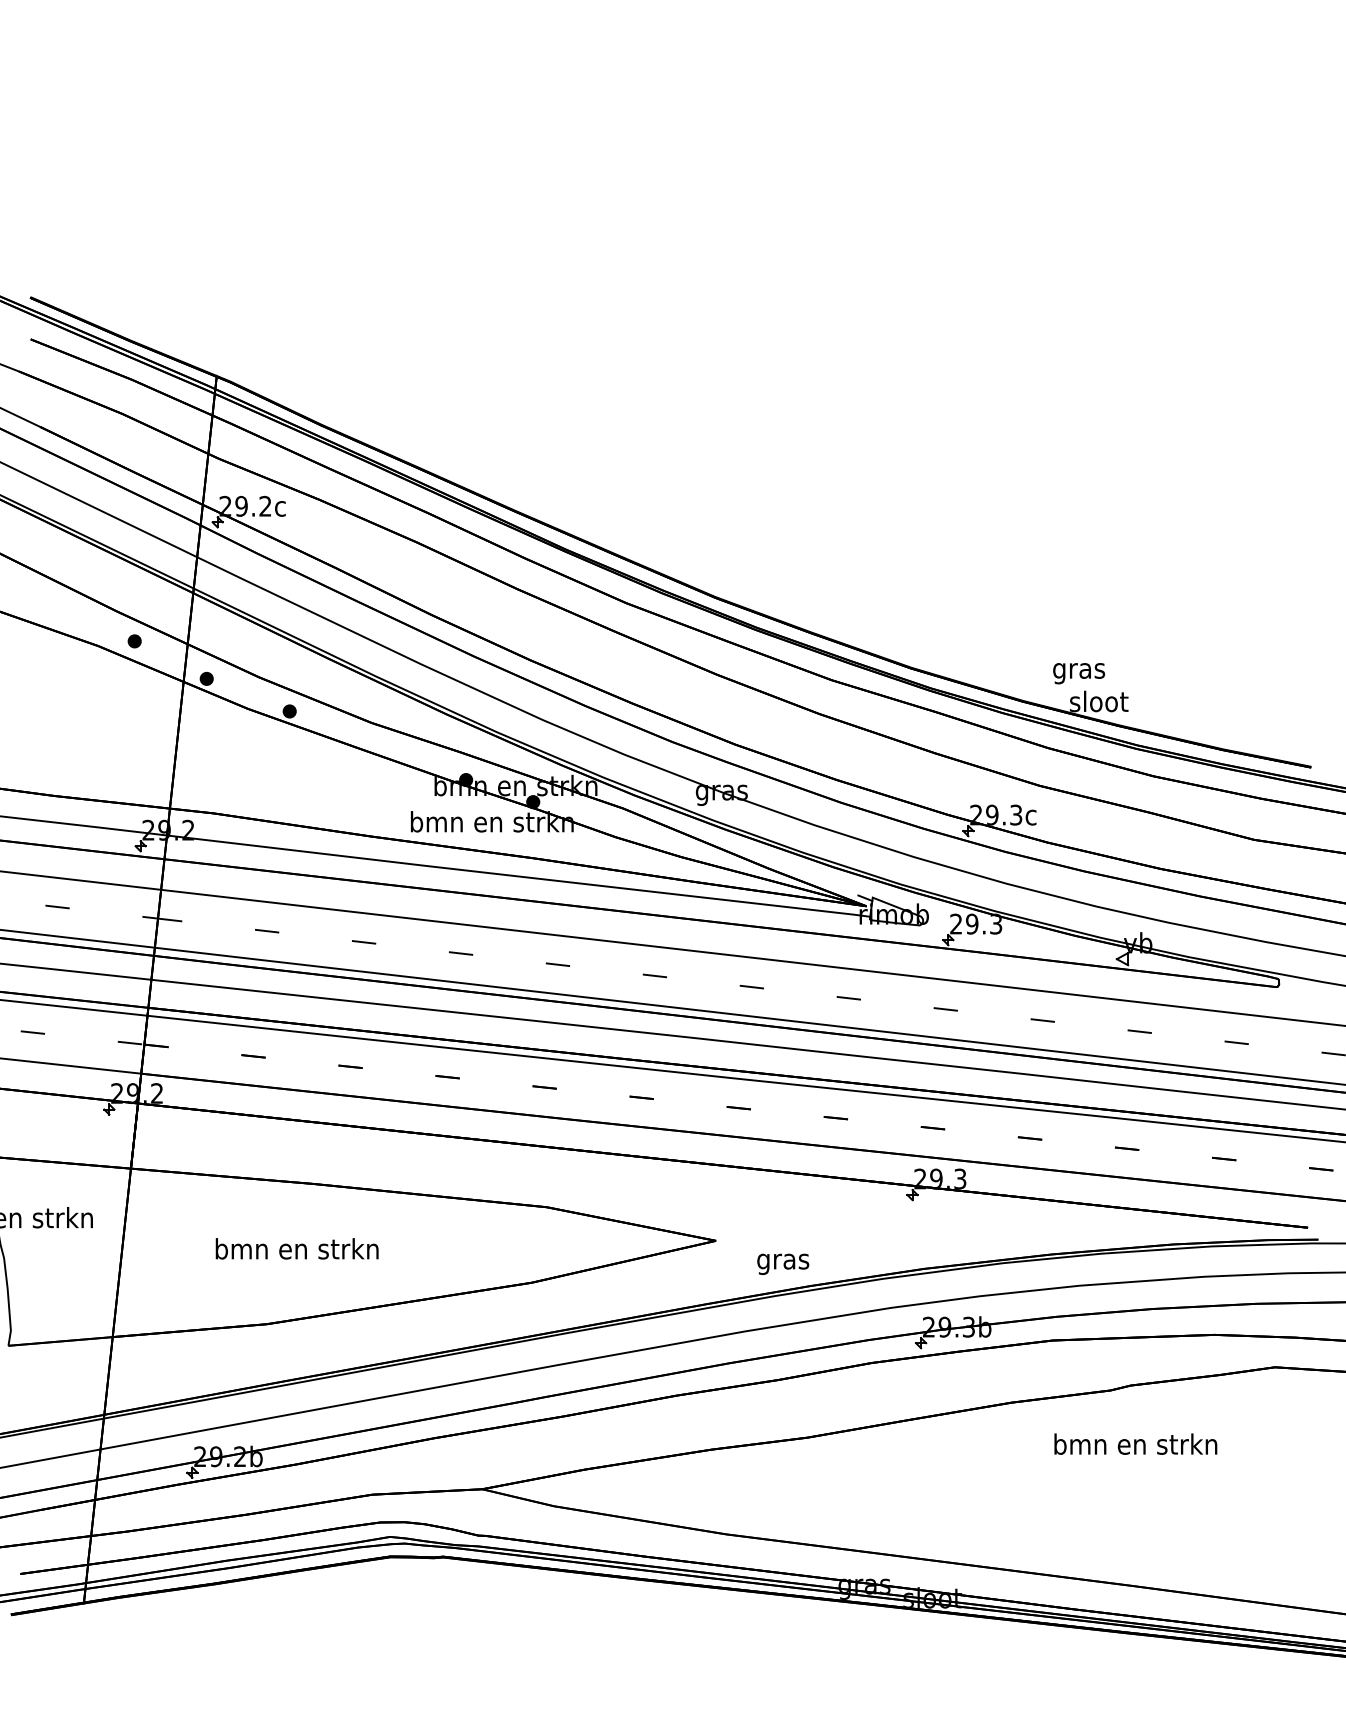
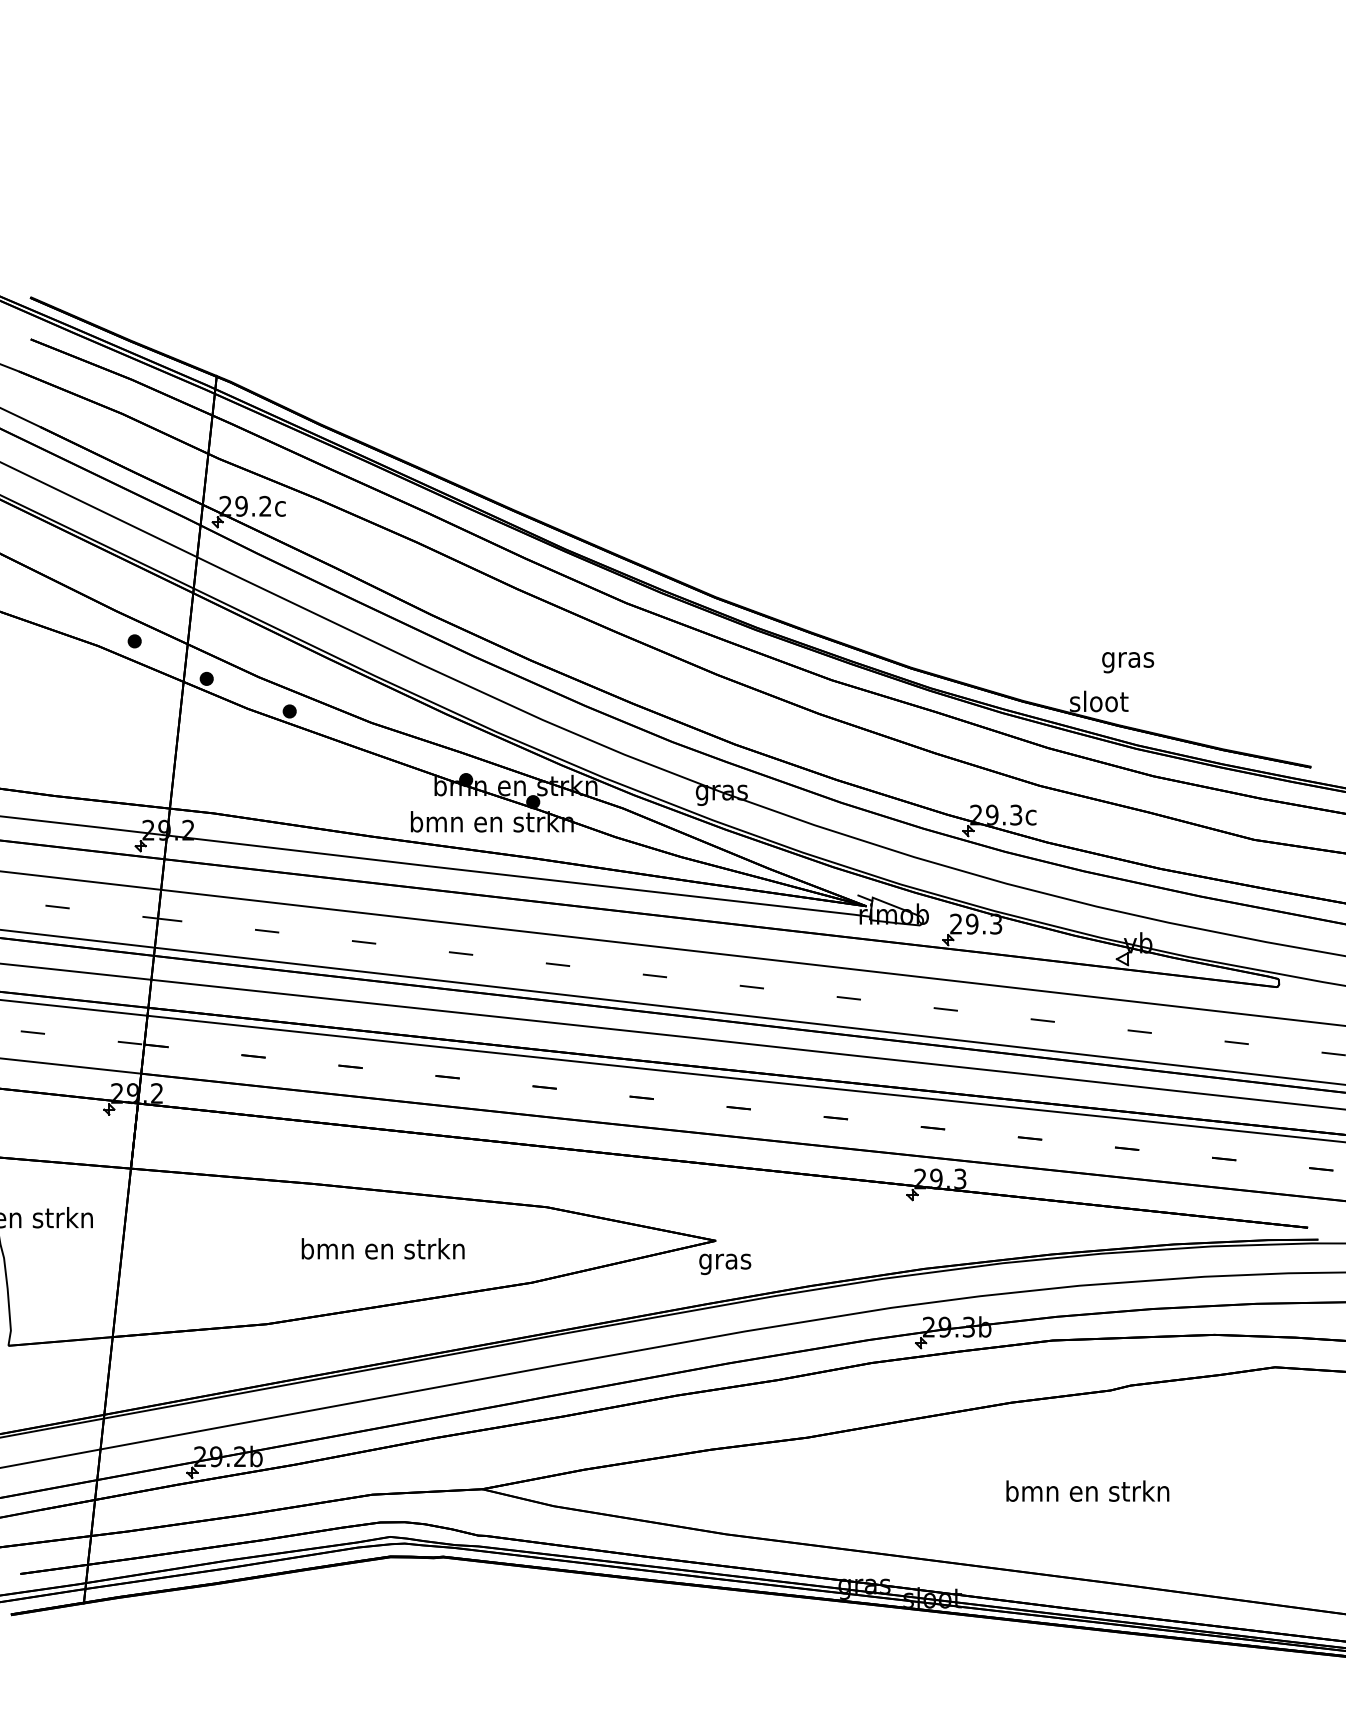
text at (1079, 673) position: (1079, 673) -> (1128, 662)
text at (296, 1248) position: (296, 1248) -> (382, 1248)
text at (783, 1263) position: (783, 1263) -> (725, 1263)
text at (1135, 1443) position: (1135, 1443) -> (1087, 1490)
